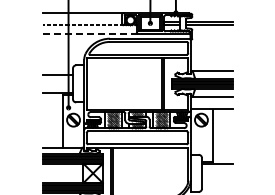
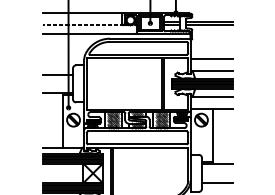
line at (90, 33): dashed -> solid
line at (211, 58): none -> present
line at (216, 182): none -> present
